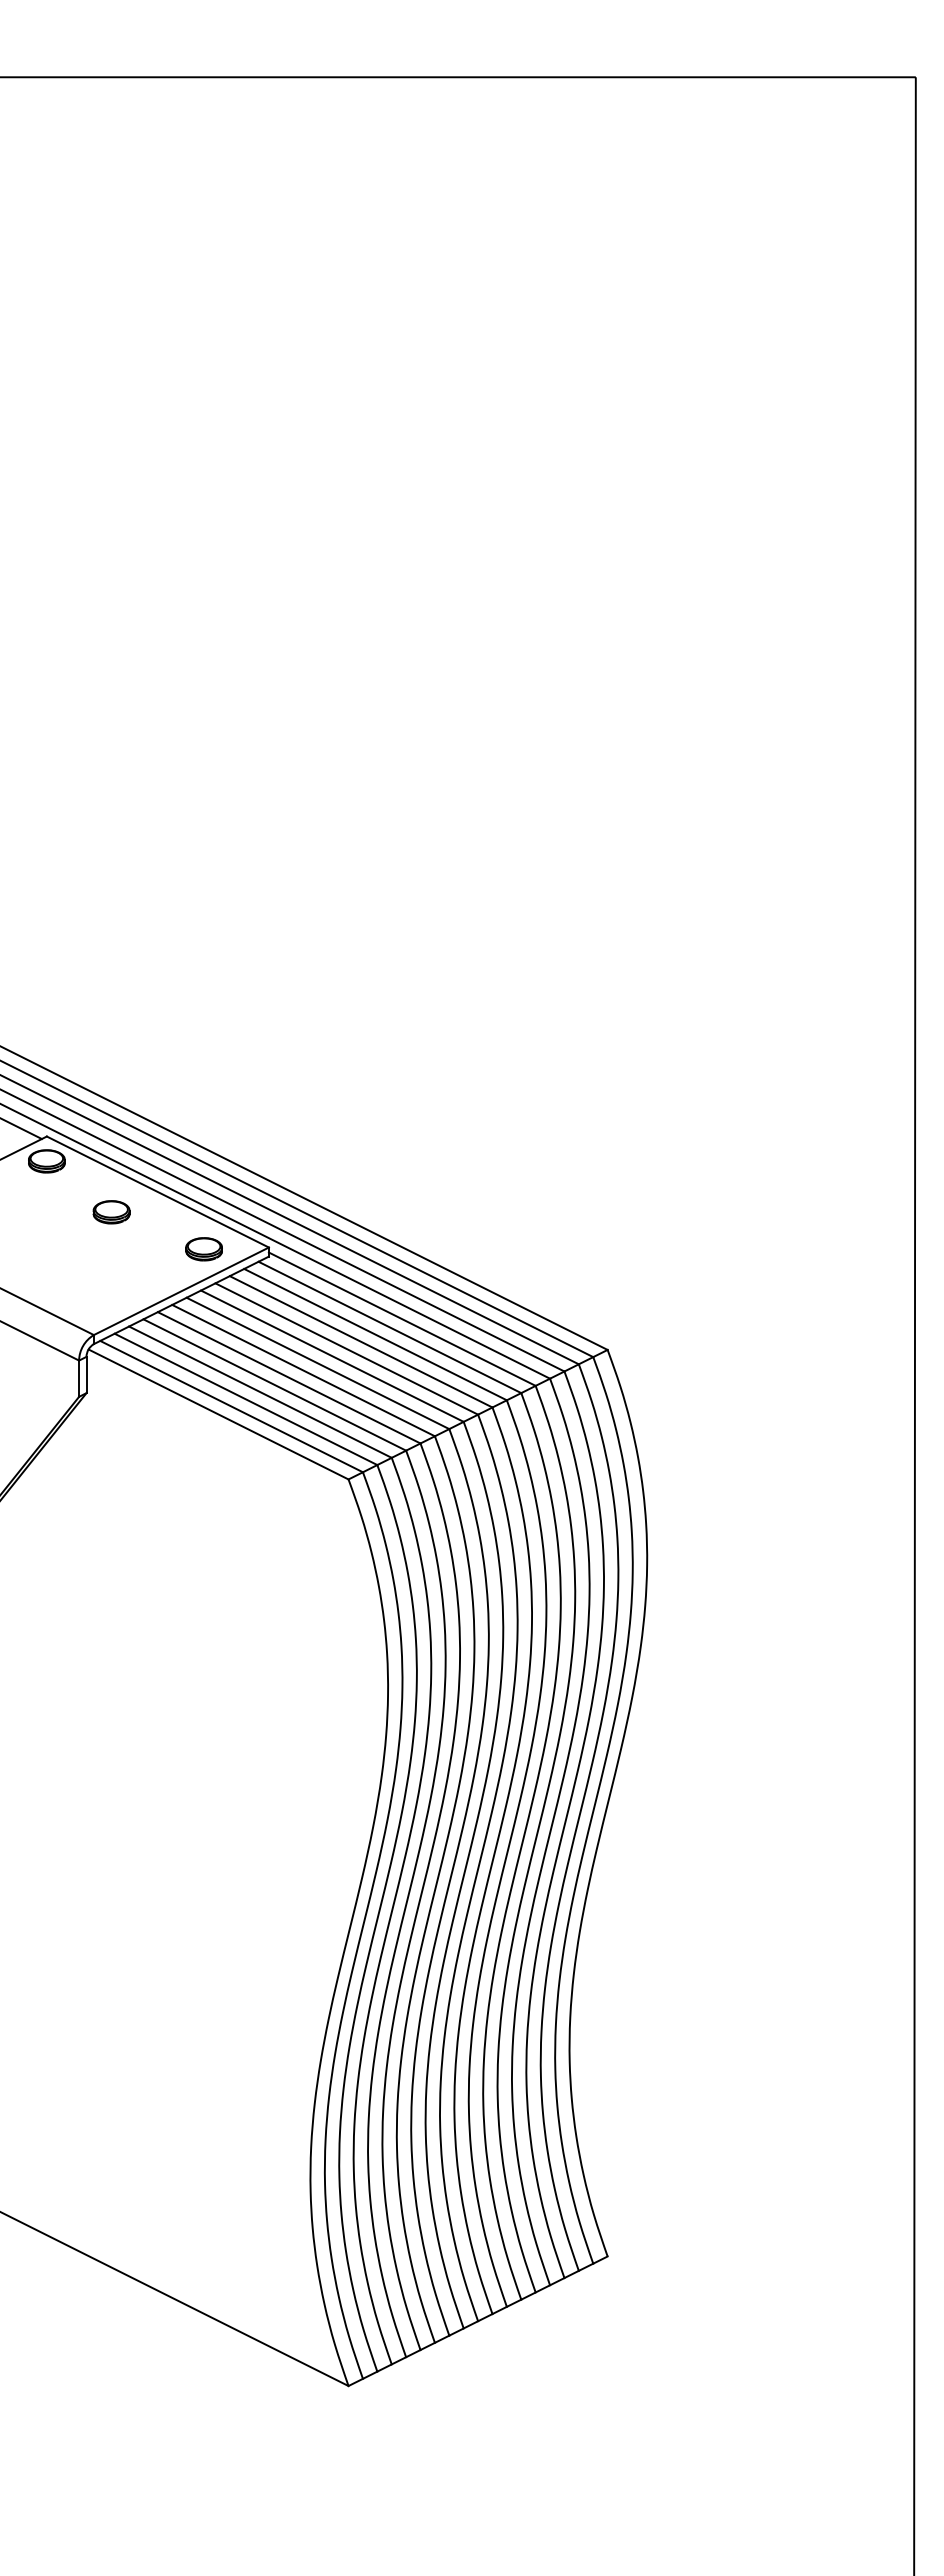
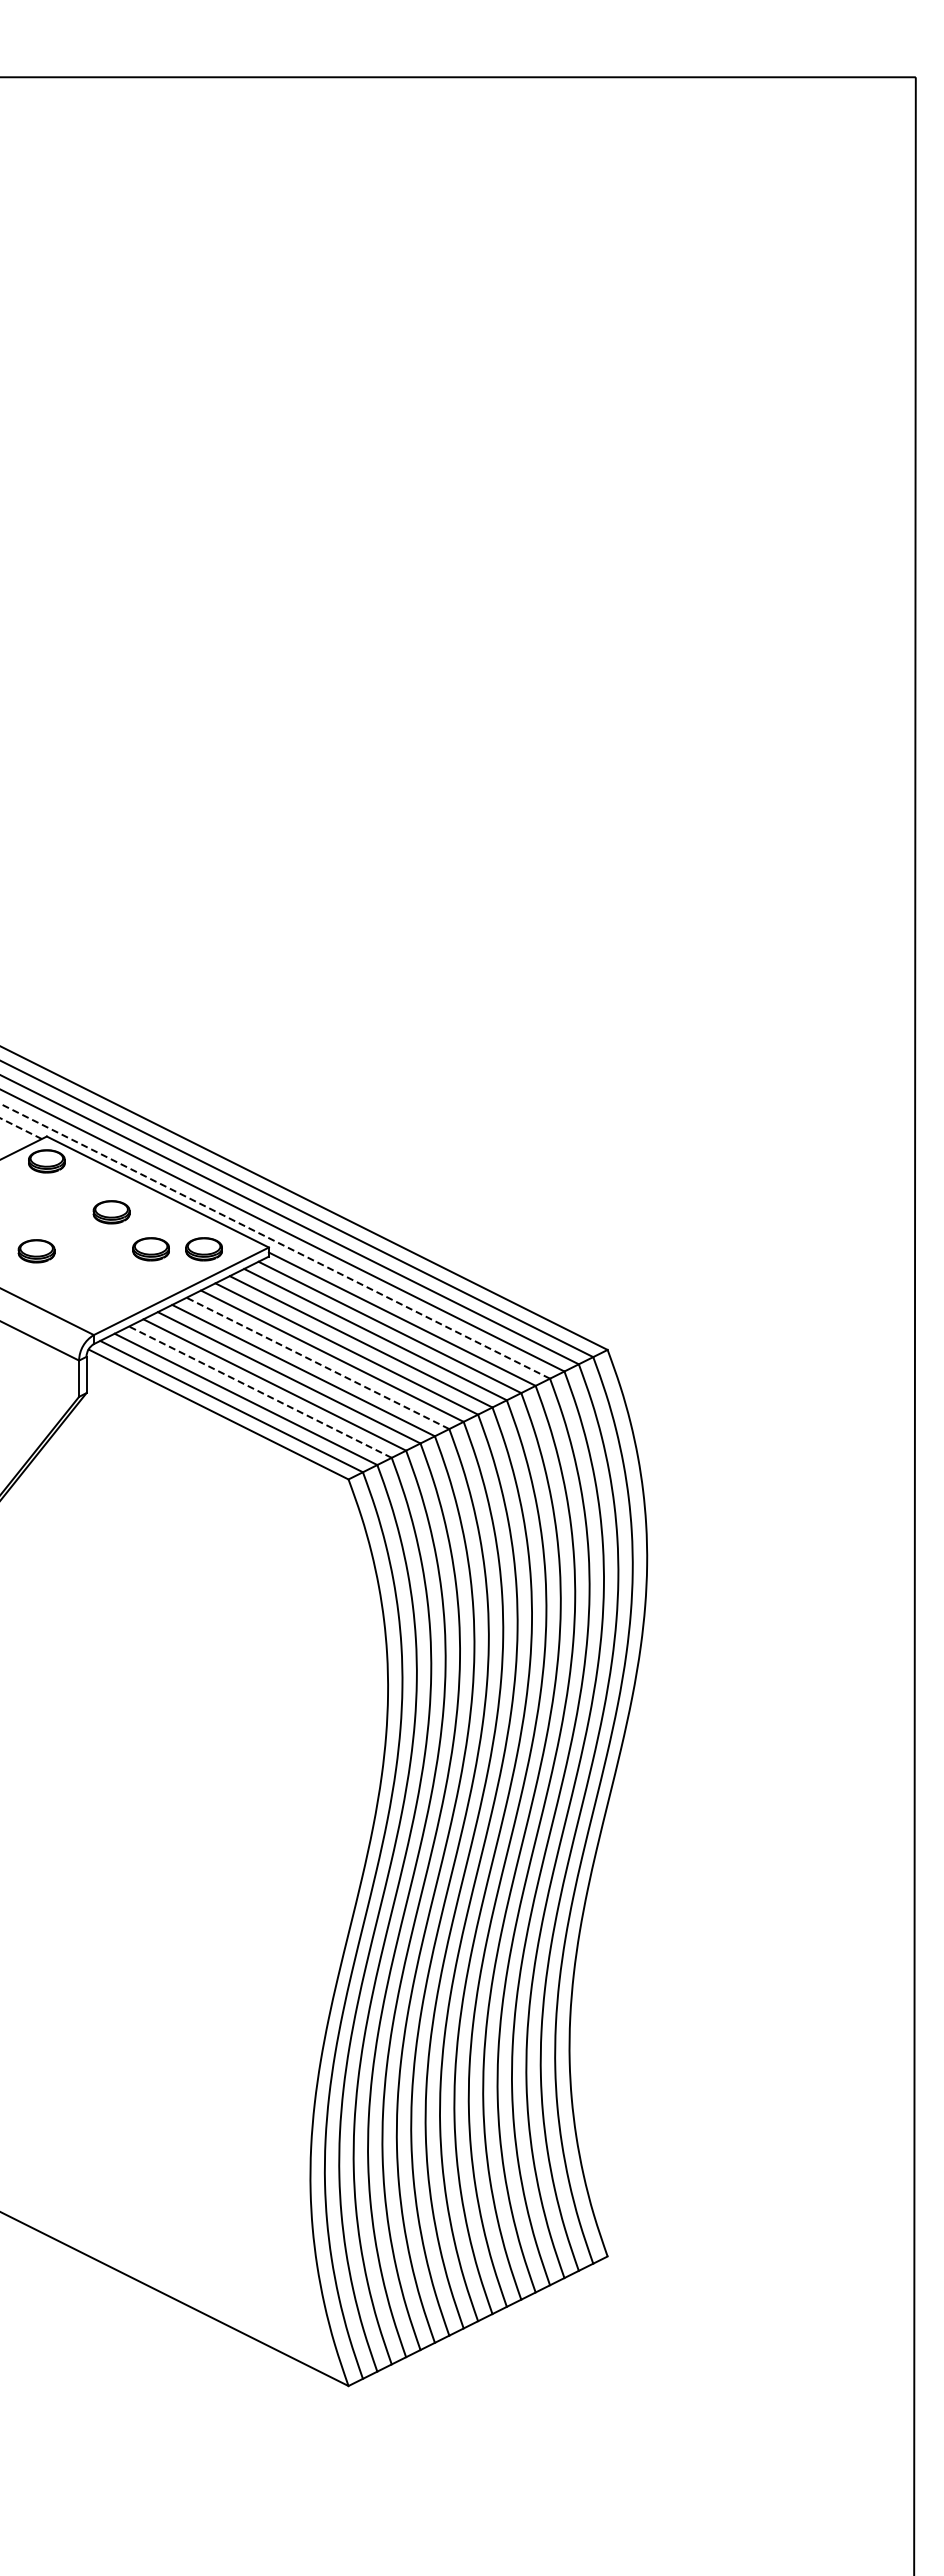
line at (21, 1128): solid -> dashed
line at (274, 1241): solid -> dashed
part at (150, 1249): none -> present
part at (36, 1251): none -> present
line at (317, 1363): solid -> dashed
line at (260, 1392): solid -> dashed
